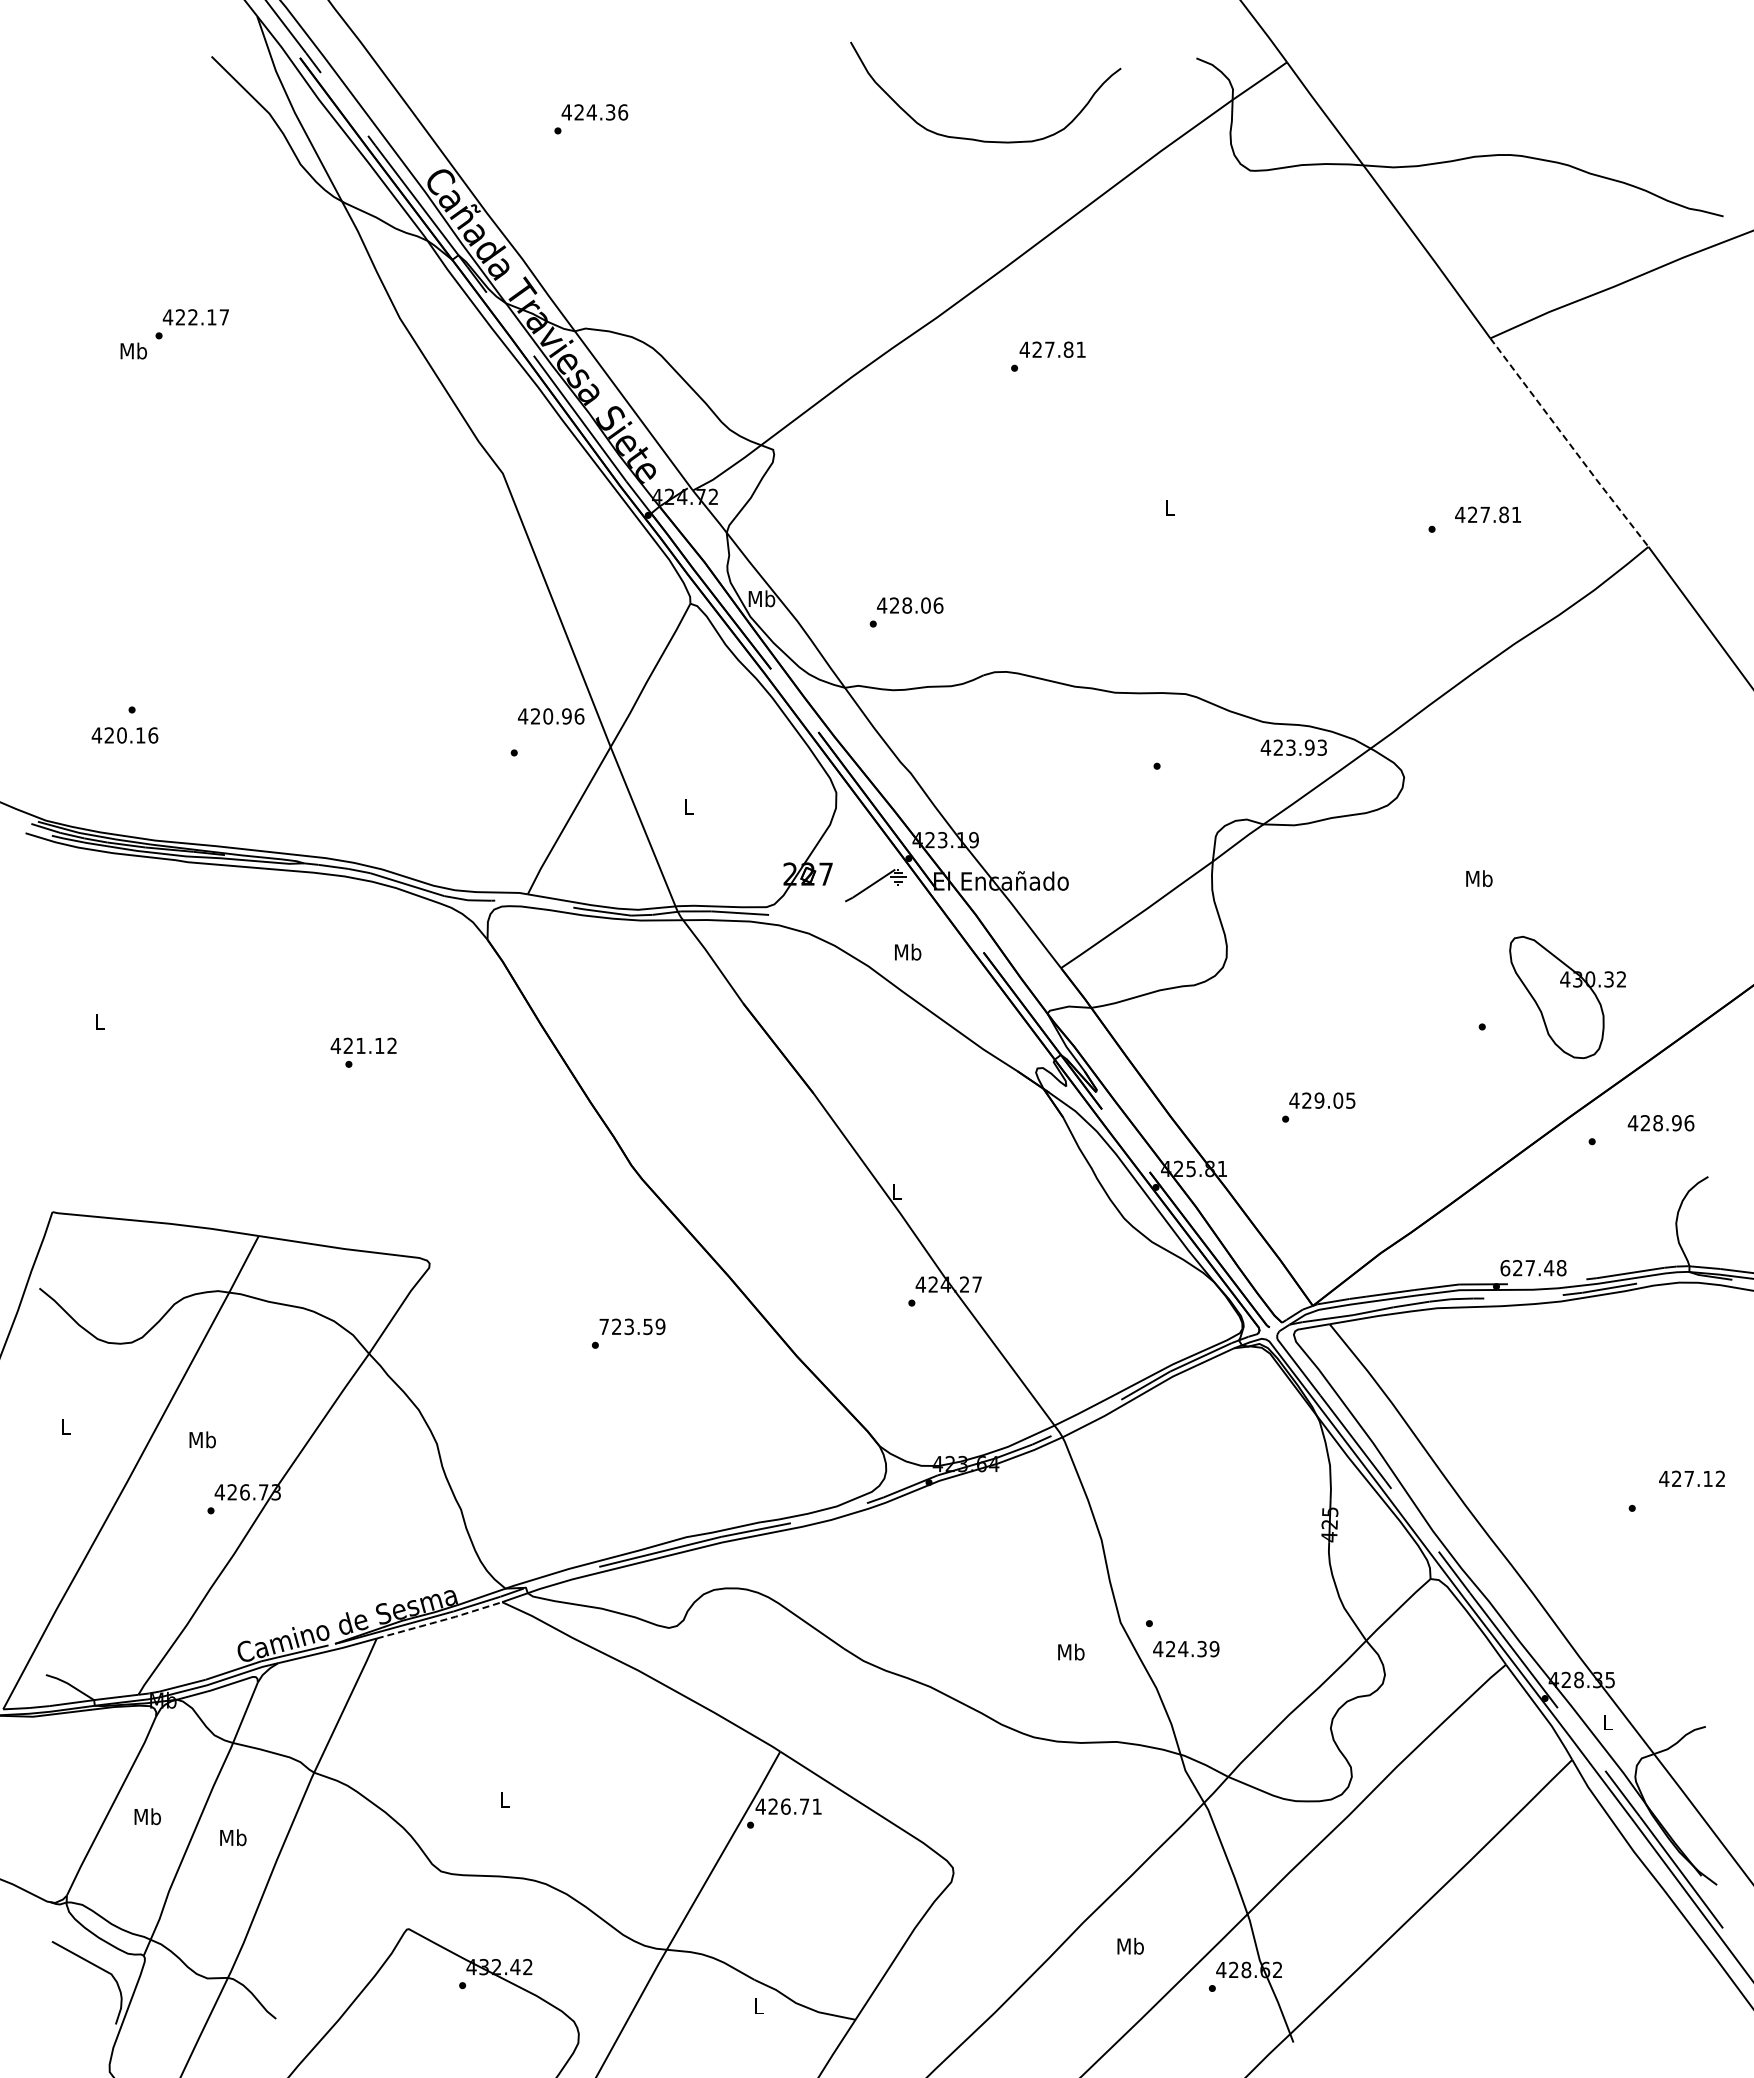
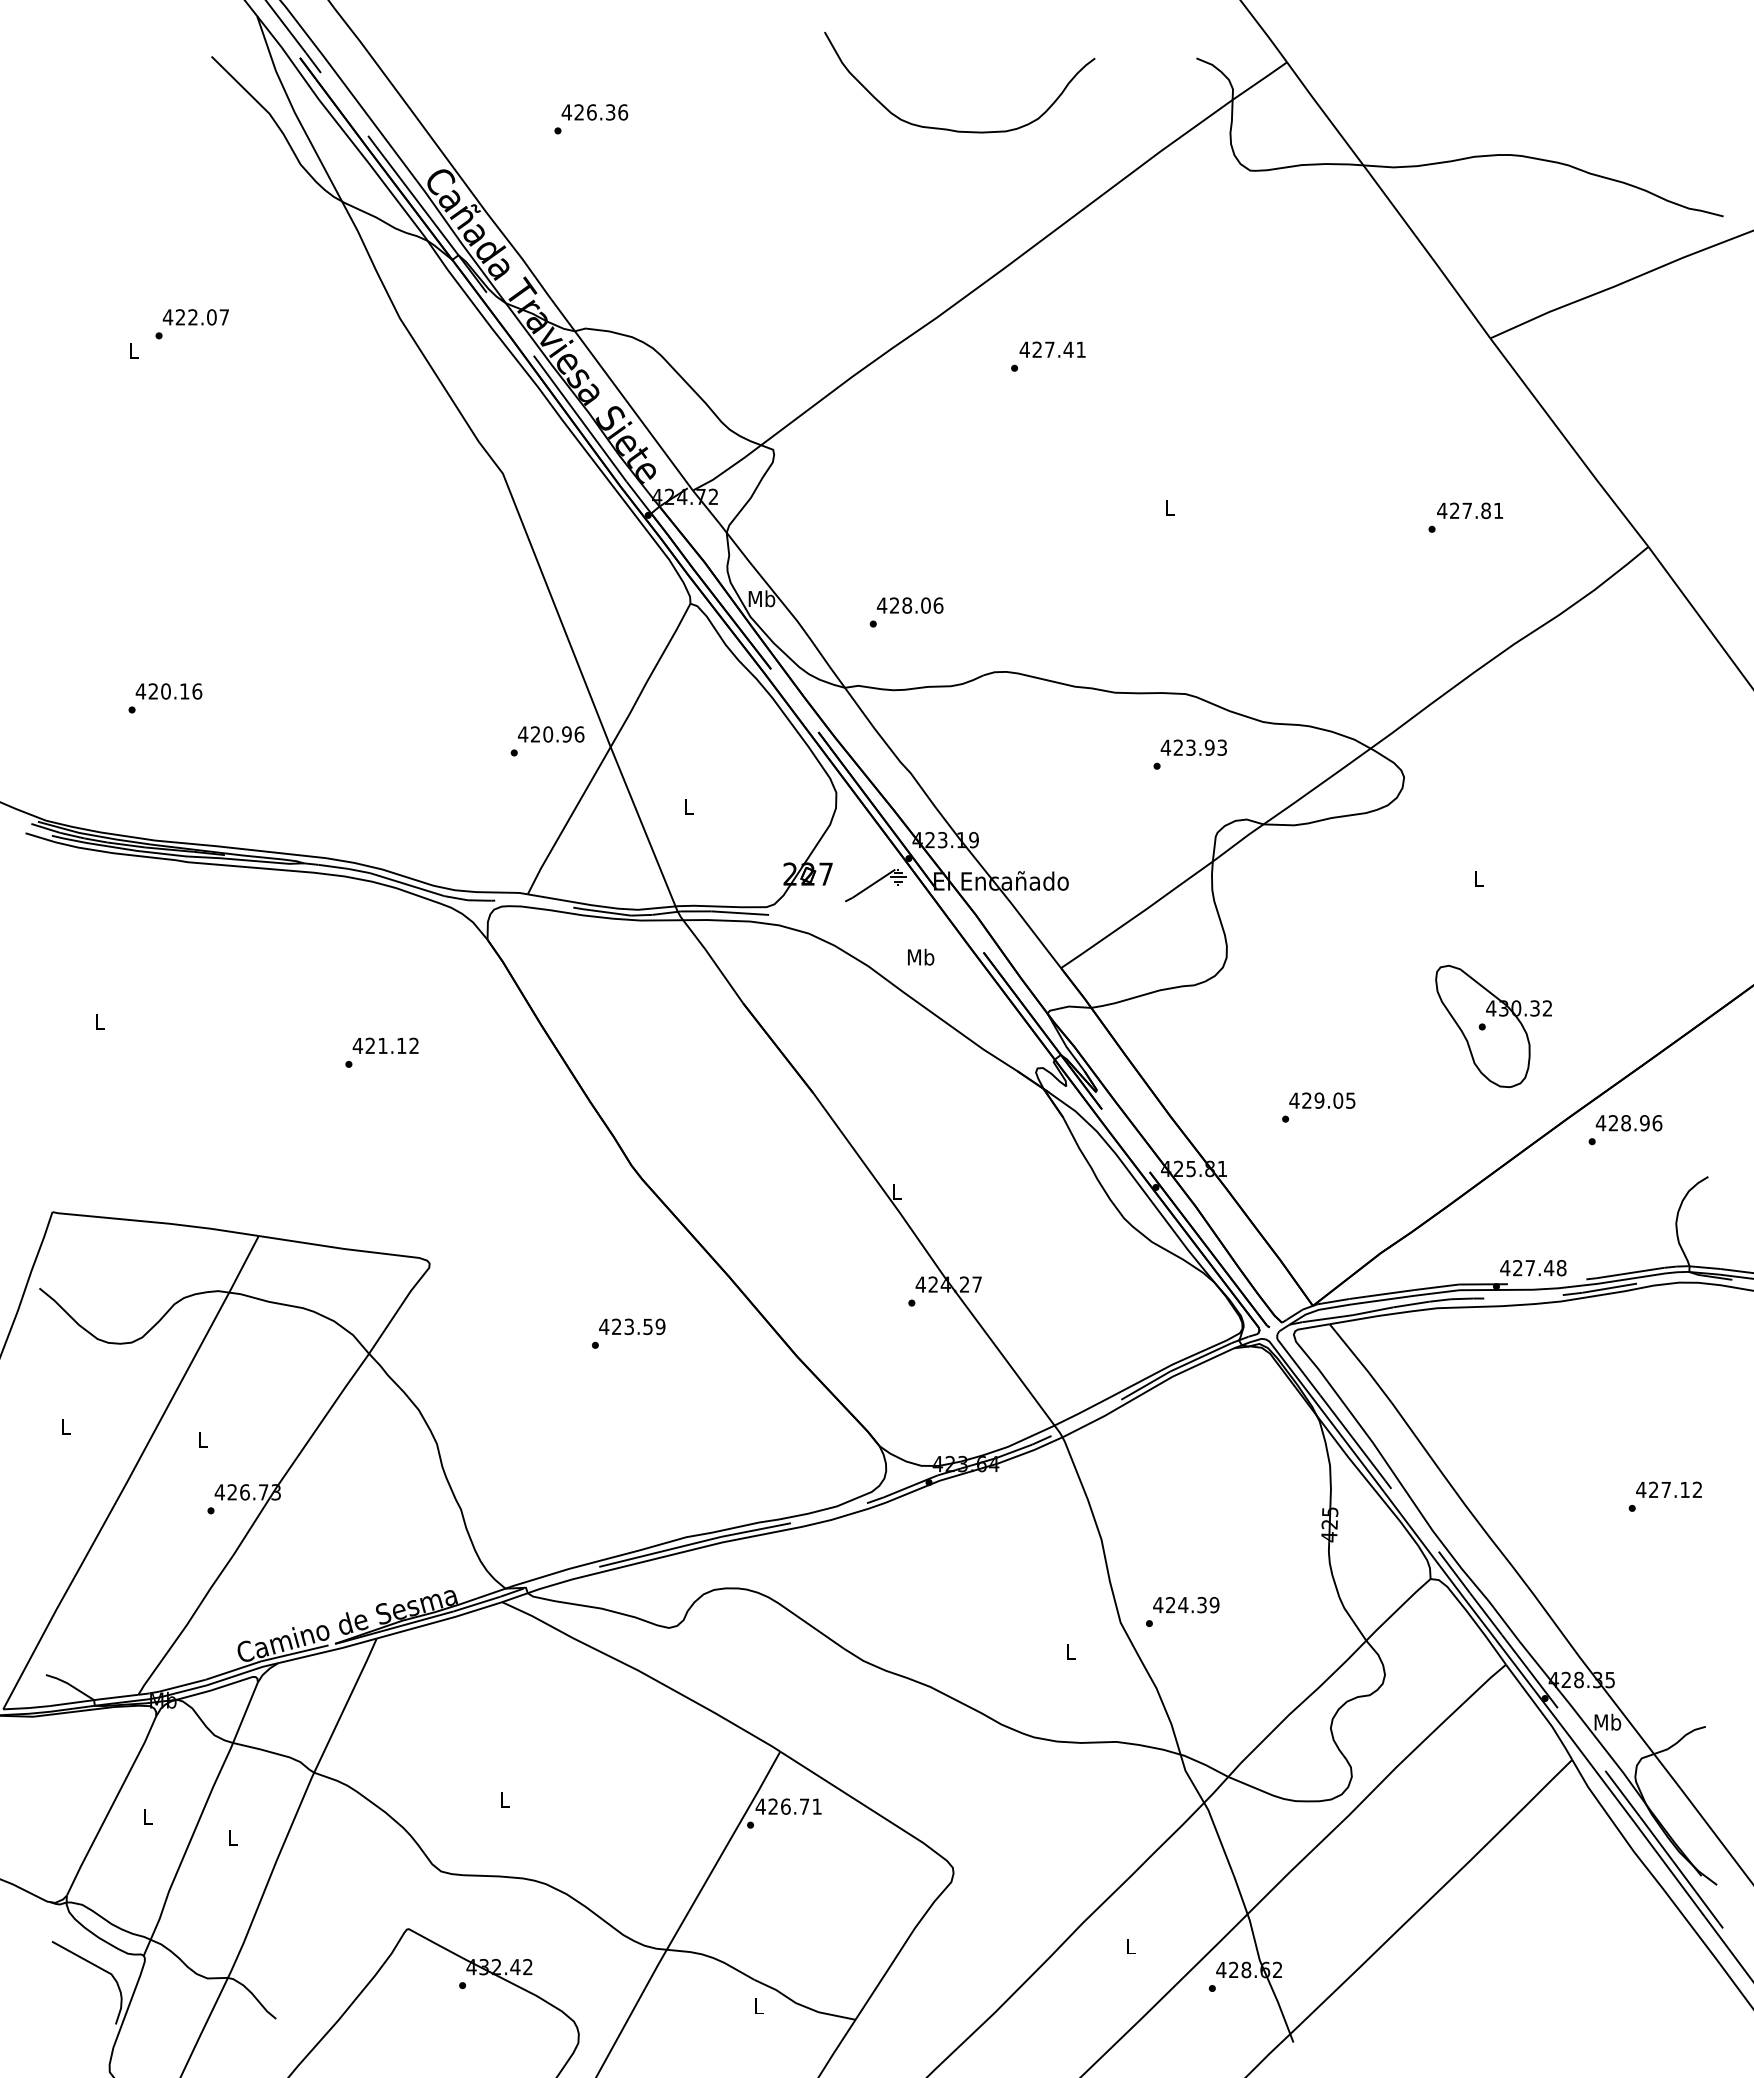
text at (591, 112): 424.36 -> 426.36
curve at (979, 139) position: (979, 139) -> (953, 129)
text at (211, 317): 422.17 -> 422.07
text at (1068, 349): 427.81 -> 427.41
text at (133, 350): Mb -> L
line at (1569, 443): dashed -> solid
text at (1487, 514) position: (1487, 514) -> (1469, 510)
text at (551, 716) position: (551, 716) -> (551, 734)
text at (124, 735) position: (124, 735) -> (168, 691)
text at (1293, 747) position: (1293, 747) -> (1193, 747)
text at (1479, 878): Mb -> L
text at (908, 951) position: (908, 951) -> (921, 956)
part at (1567, 997) position: (1567, 997) -> (1493, 1026)
text at (363, 1045) position: (363, 1045) -> (385, 1045)
text at (1660, 1123) position: (1660, 1123) -> (1628, 1123)
text at (1505, 1268): 627.48 -> 427.48
text at (604, 1326): 723.59 -> 423.59
text at (202, 1439): Mb -> L
text at (1691, 1478) position: (1691, 1478) -> (1668, 1489)
line at (440, 1620): dashed -> solid
text at (1186, 1649) position: (1186, 1649) -> (1186, 1605)
text at (1071, 1651): Mb -> L
text at (1607, 1721): L -> Mb
text at (147, 1816): Mb -> L
text at (233, 1837): Mb -> L
text at (1130, 1945): Mb -> L
